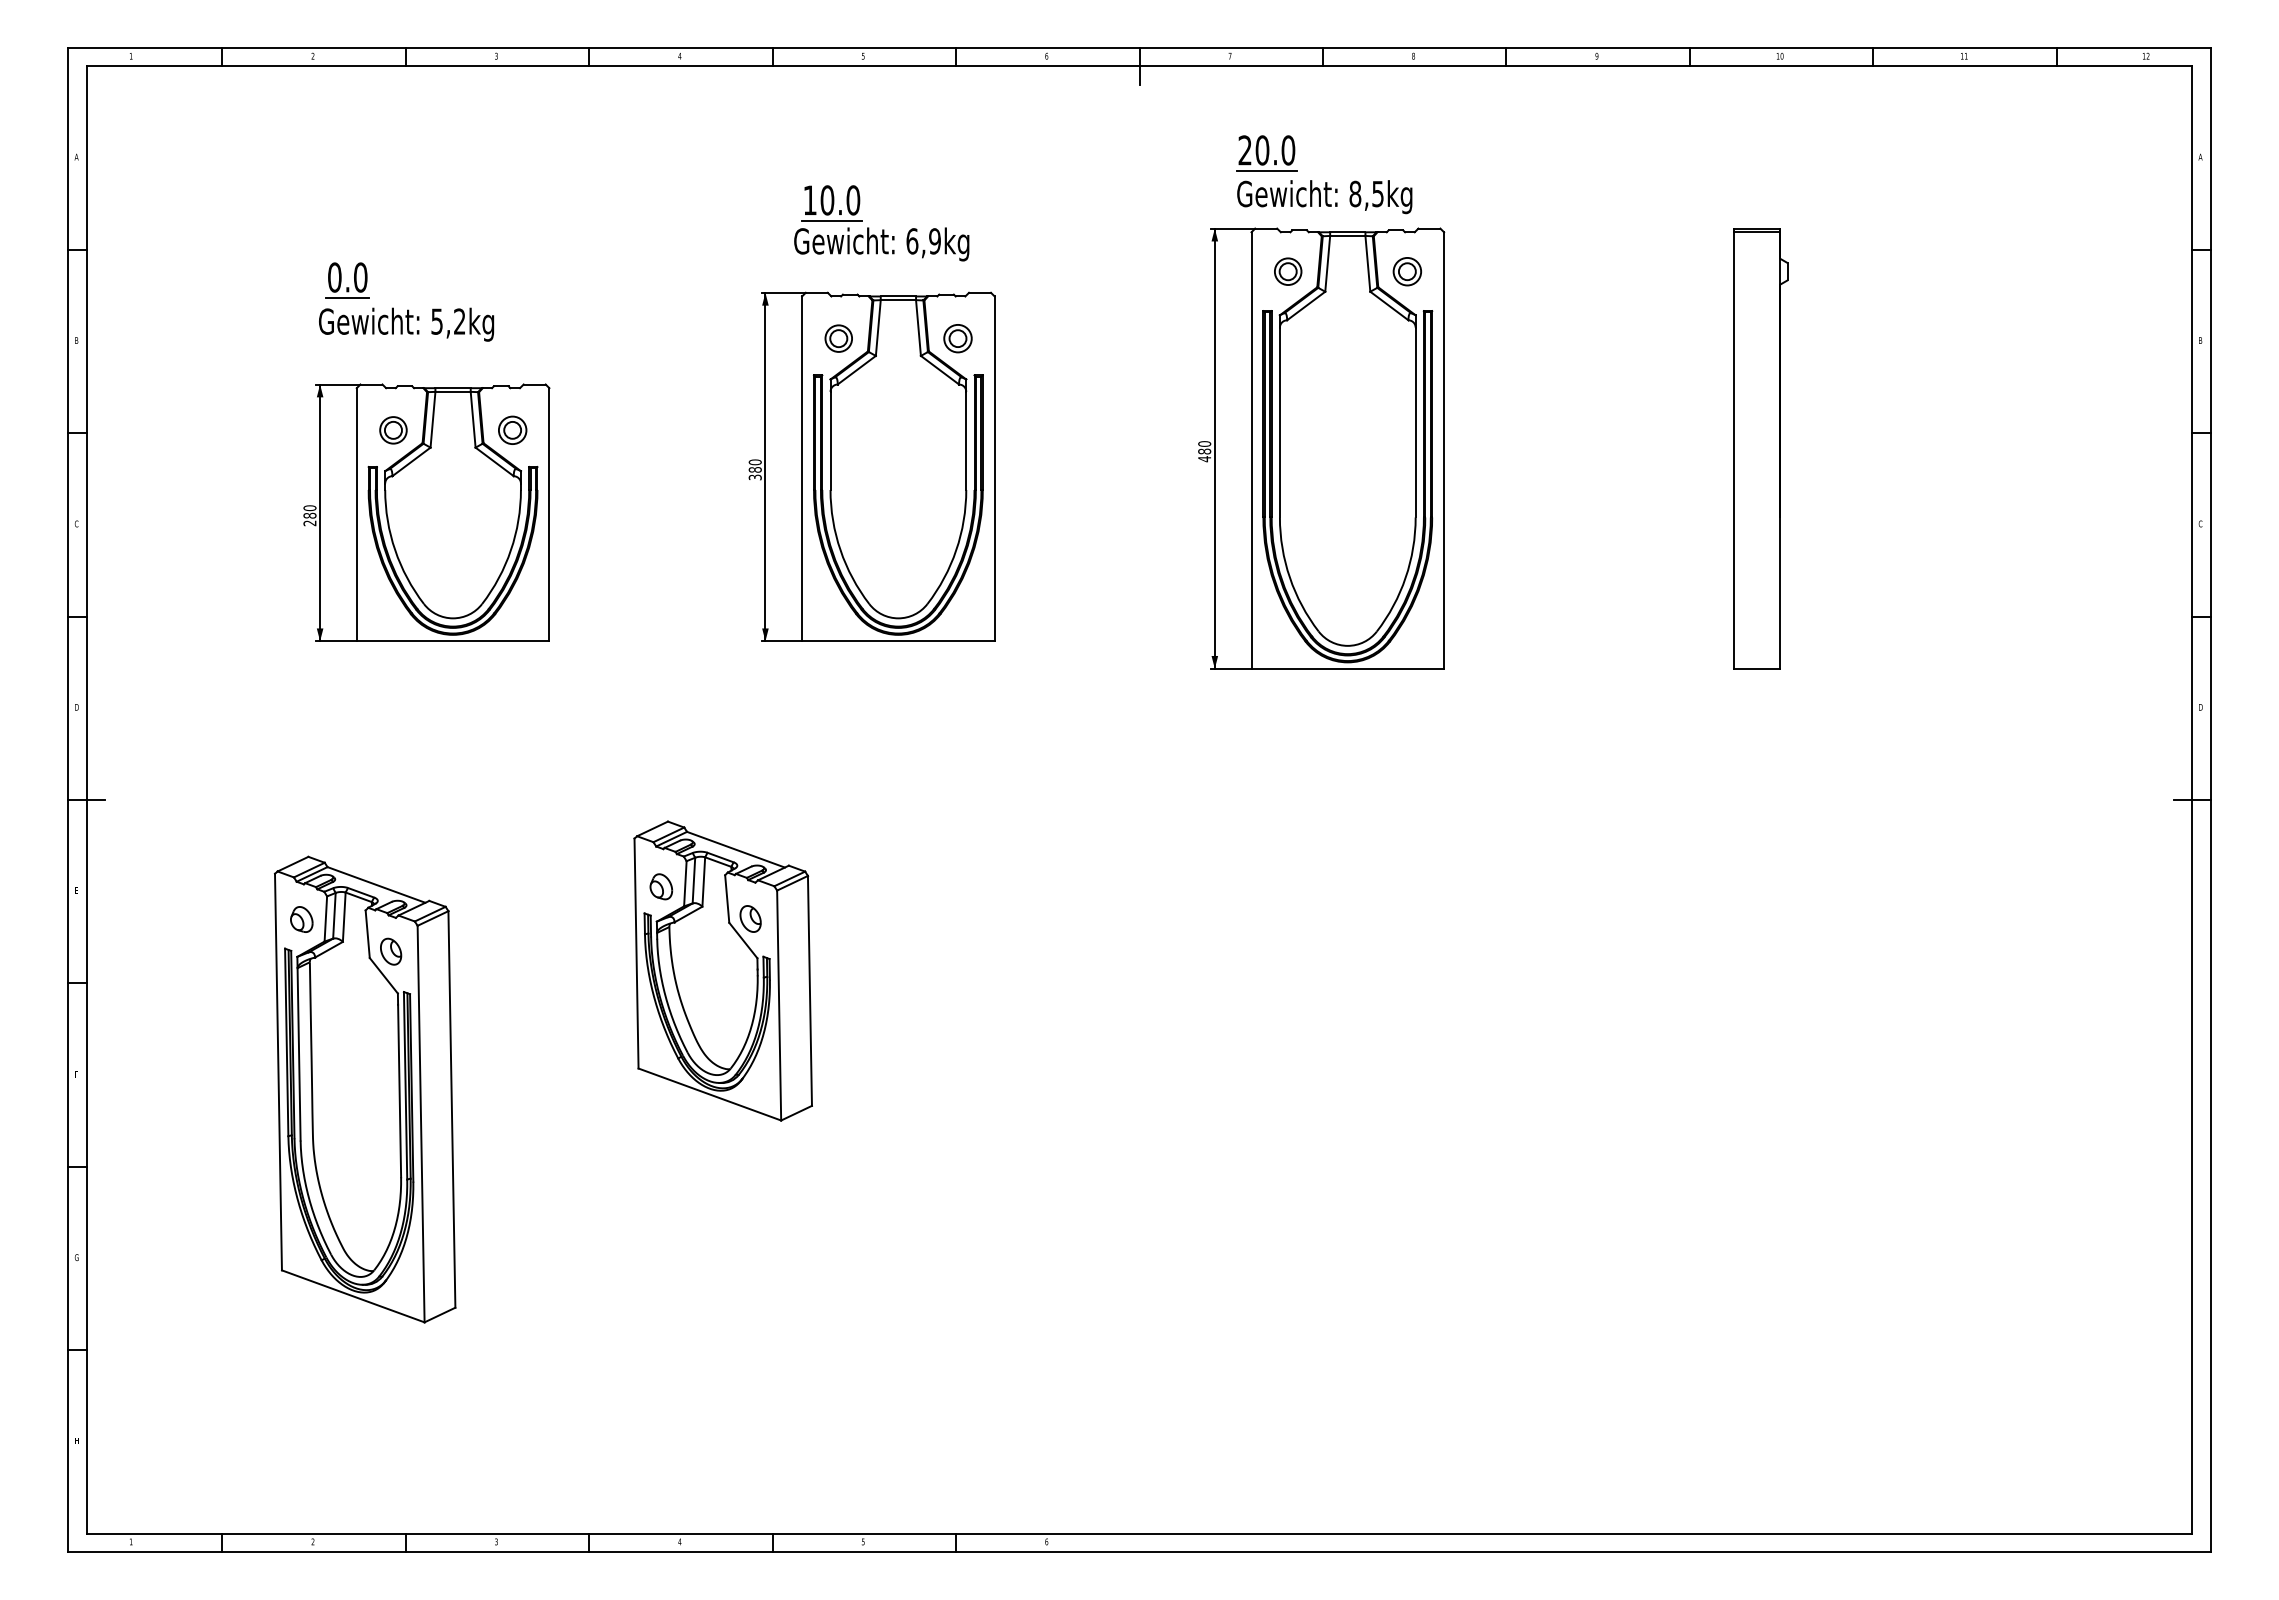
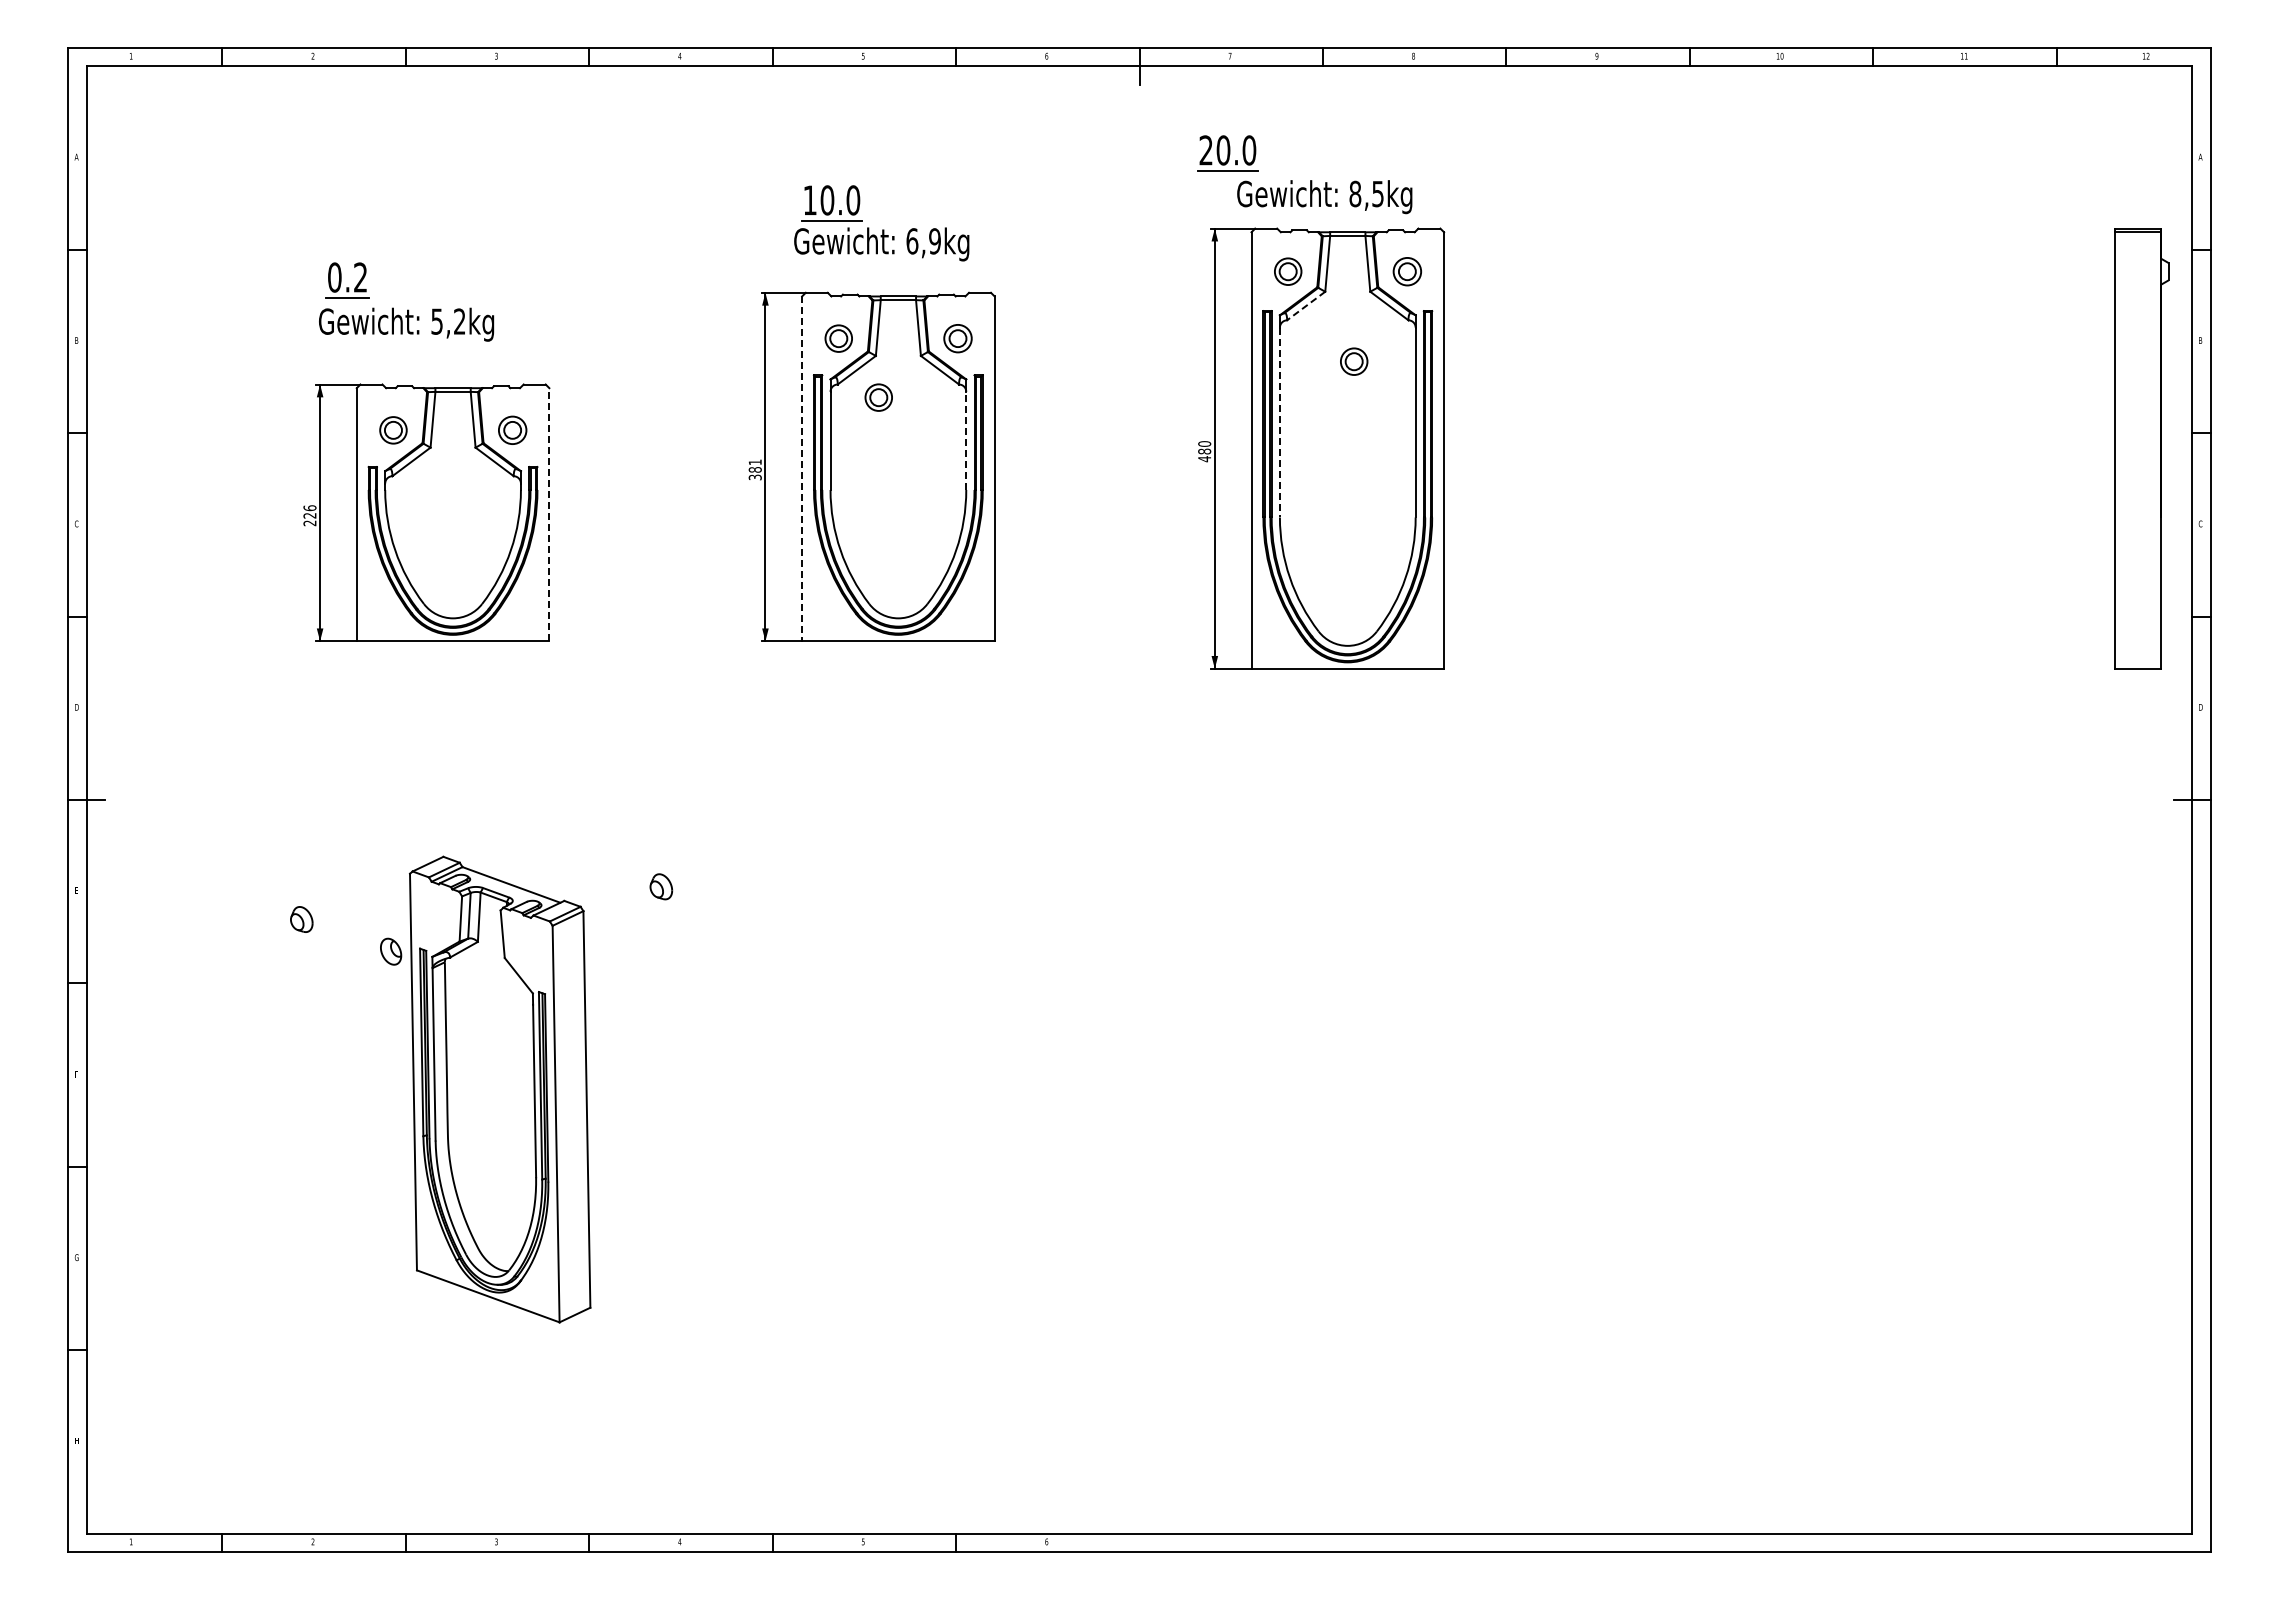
part at (1266, 153) position: (1266, 153) -> (1227, 153)
text at (360, 277): 0.0 -> 0.2
line at (1306, 306): solid -> dashed
part at (1354, 361): none -> present
part at (878, 397): none -> present
line at (1279, 422): solid -> dashed
line at (966, 440): solid -> dashed
part at (1760, 448) position: (1760, 448) -> (2141, 448)
text at (754, 462): 380 -> 381
line at (802, 469): solid -> dashed
text at (309, 511): 280 -> 226
line at (549, 514): solid -> dashed
part at (722, 970): present -> none
part at (365, 1089) position: (365, 1089) -> (500, 1089)
